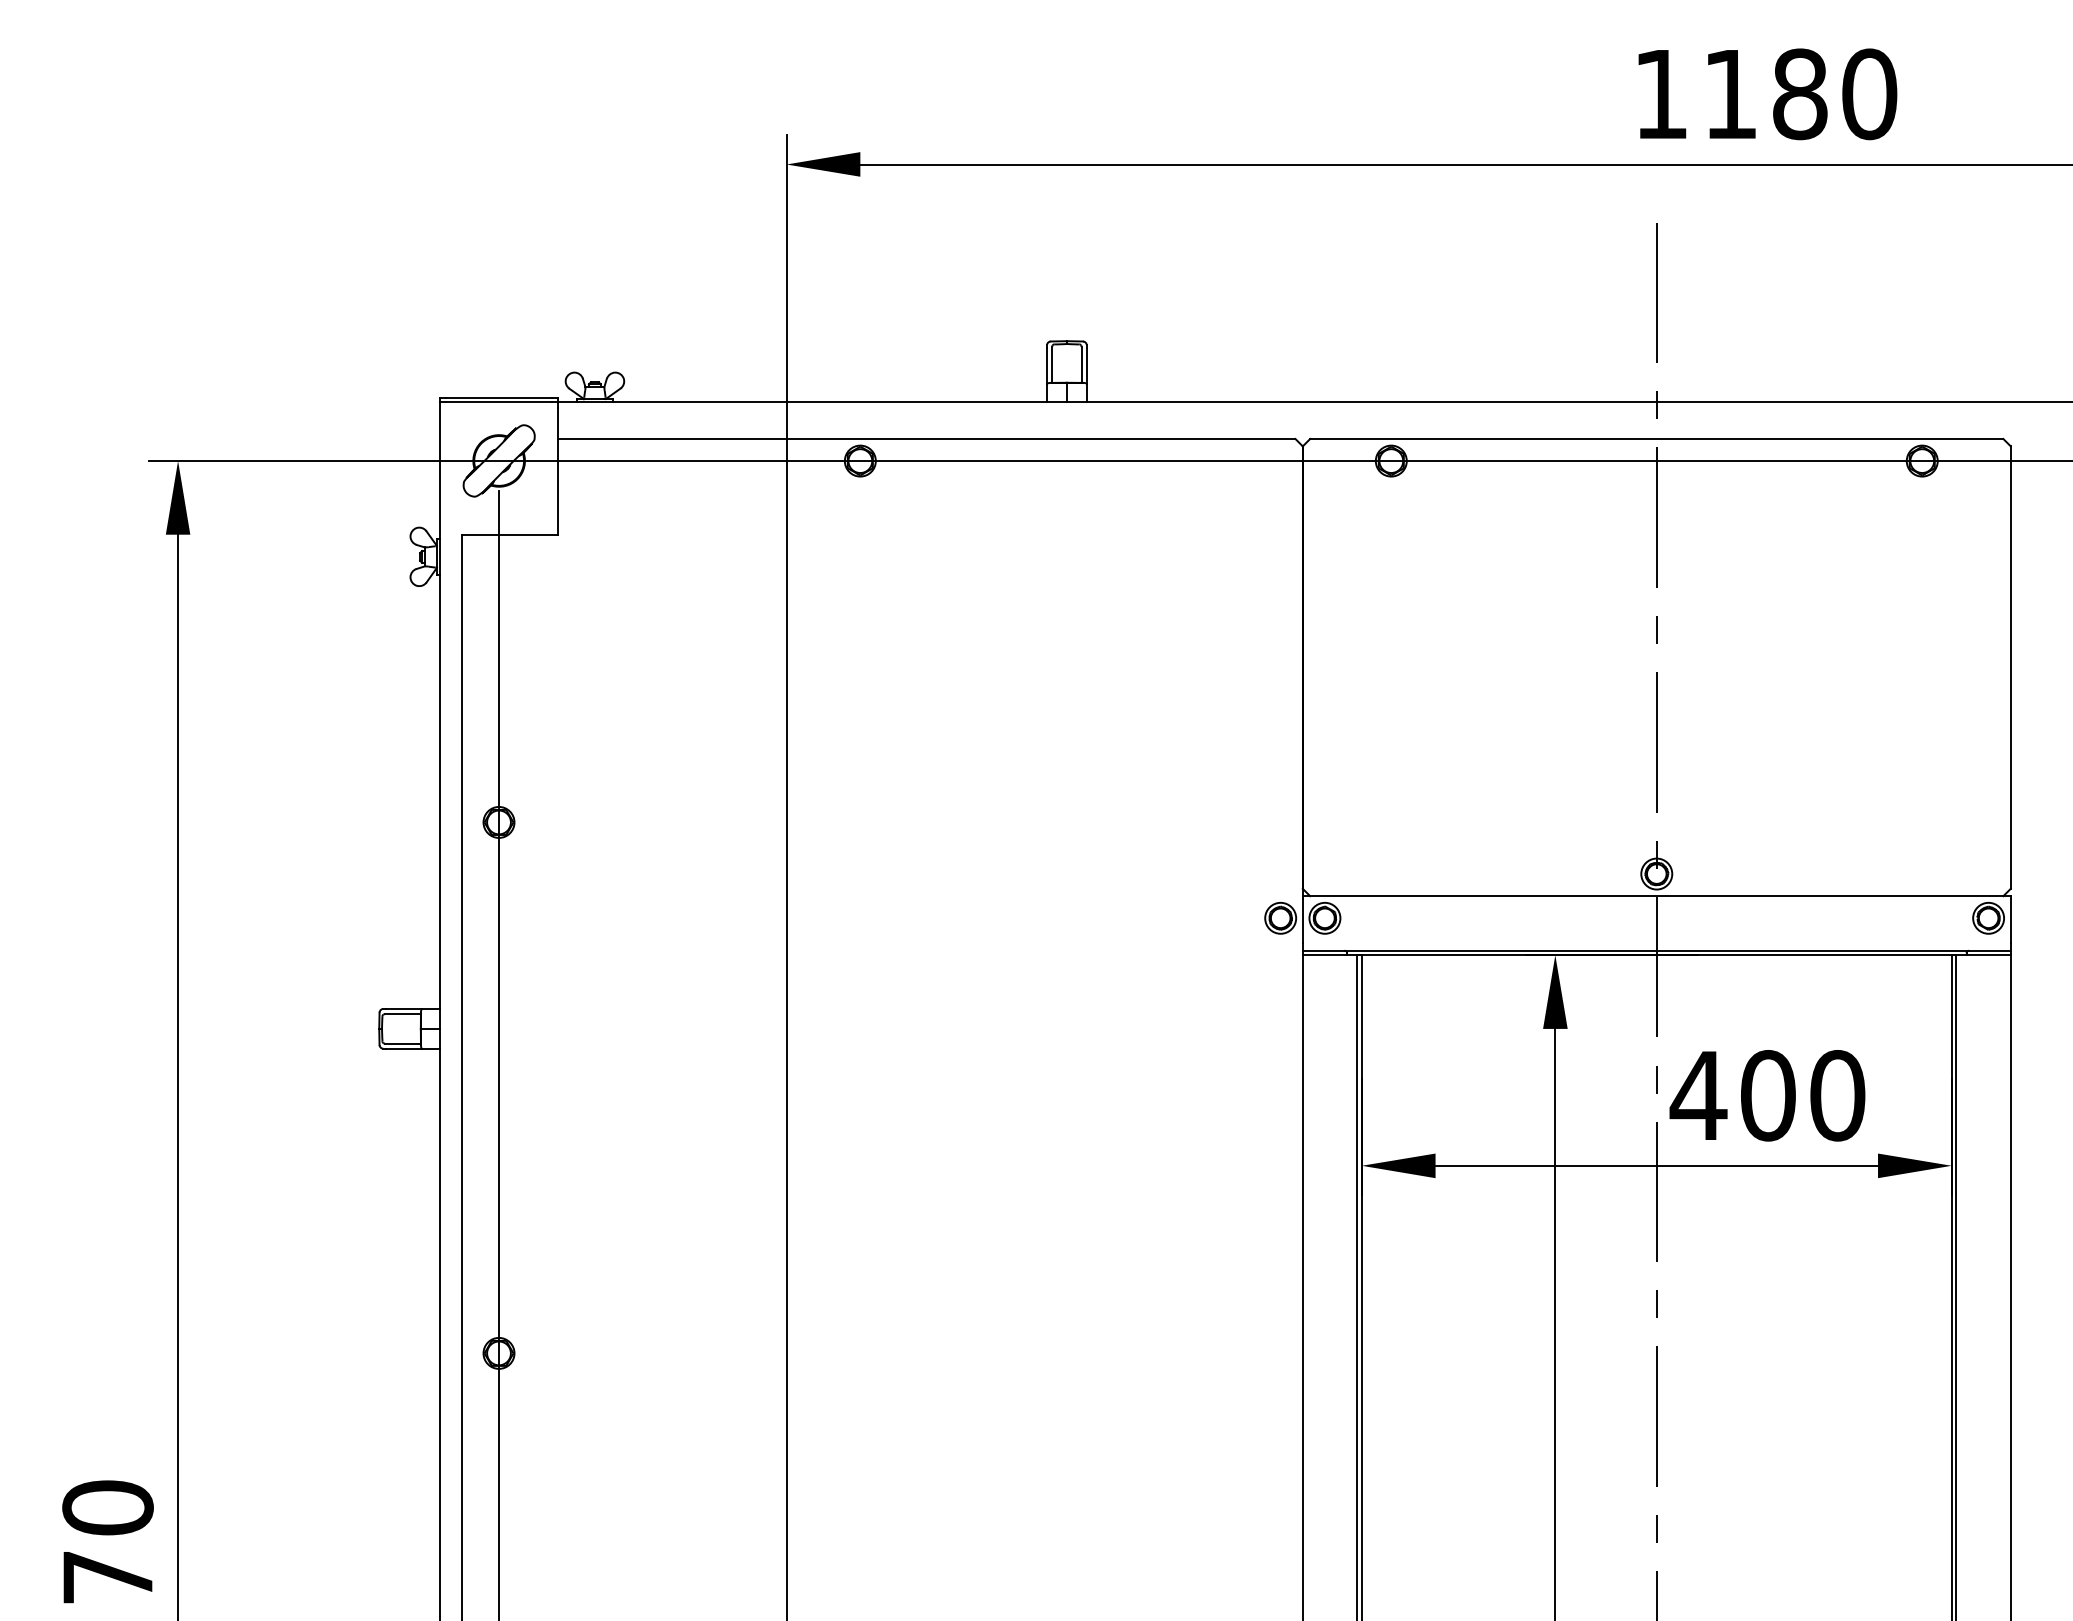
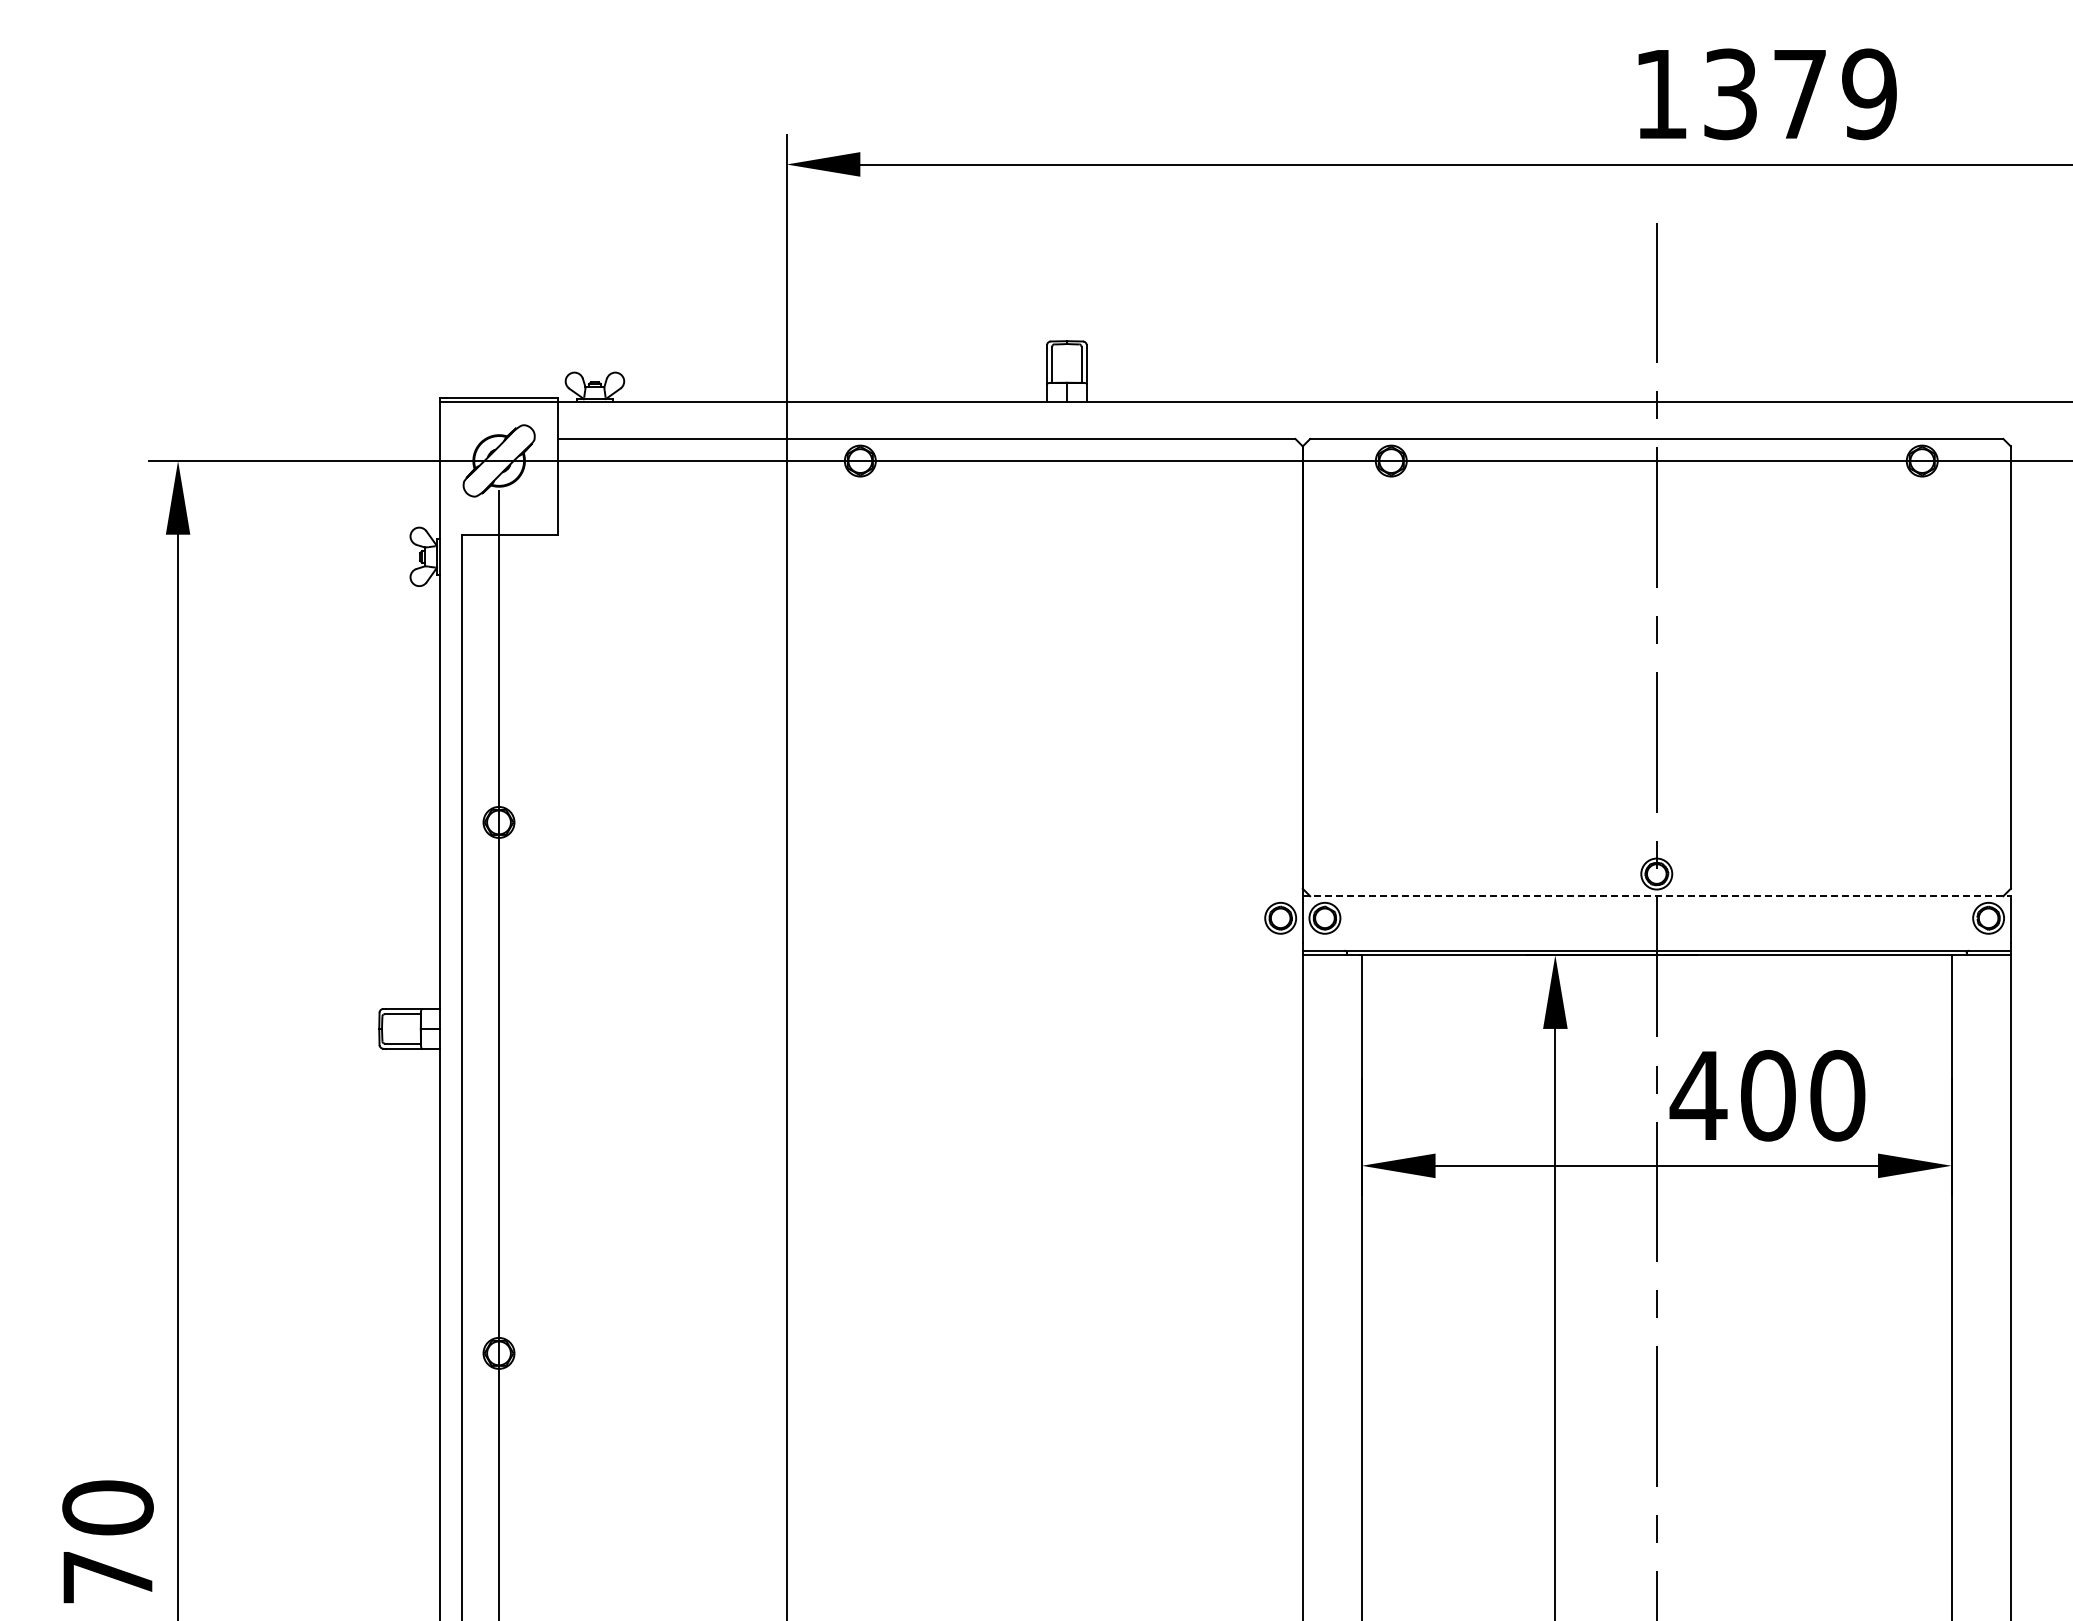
text at (1800, 94): 1180 -> 1379
line at (1656, 896): solid -> dashed
line at (1357, 1286): present -> none
line at (1956, 1286): present -> none
